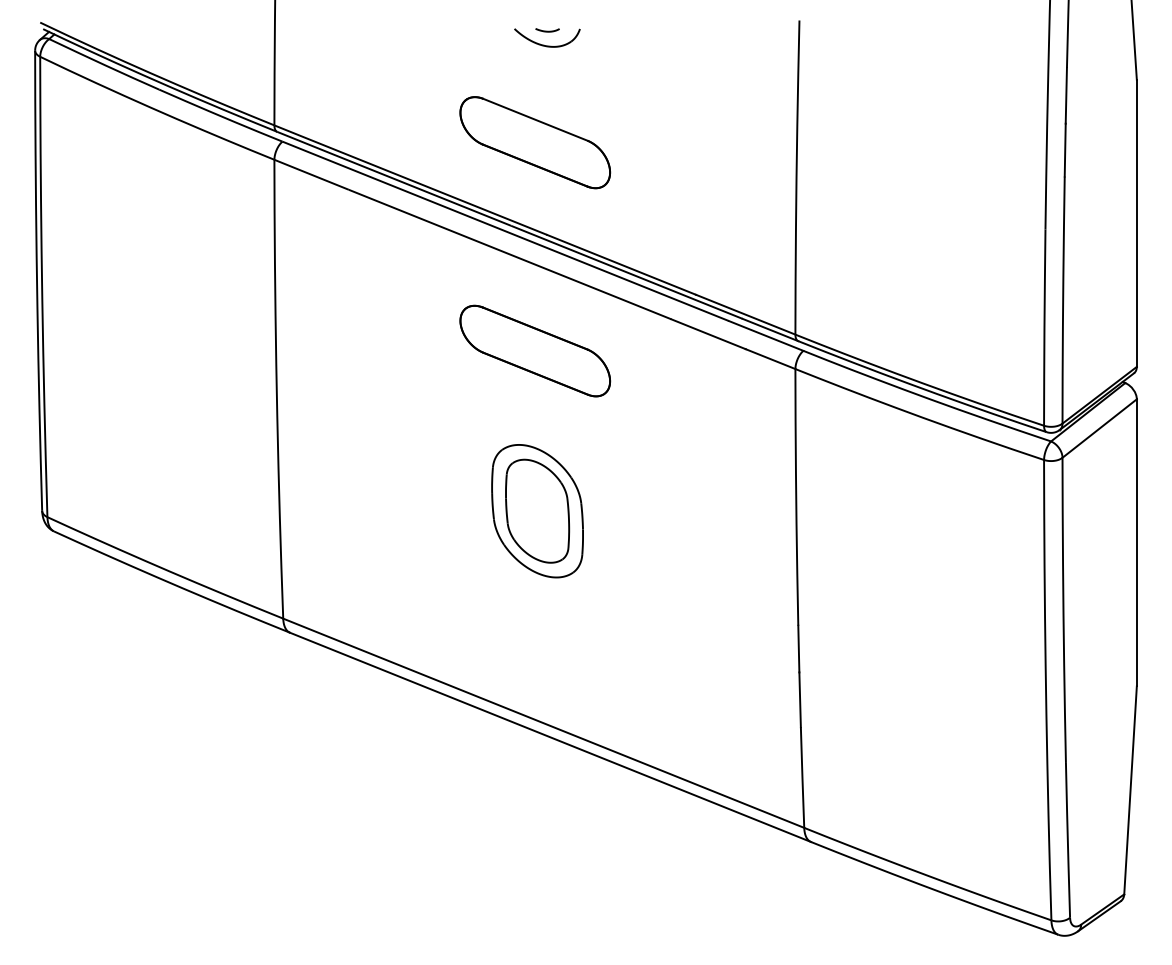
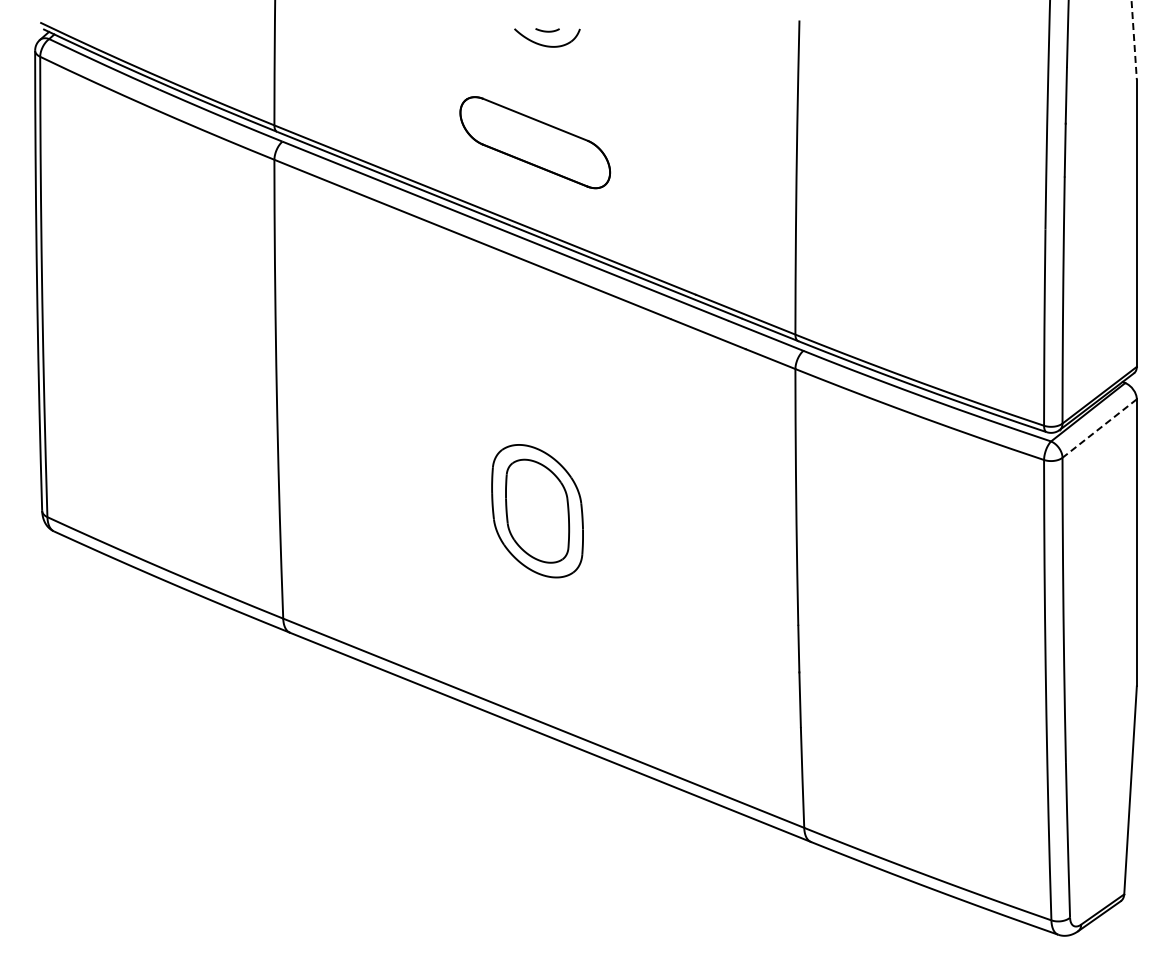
line at (1134, 40): solid -> dashed
part at (535, 350): present -> none
line at (1099, 428): solid -> dashed
